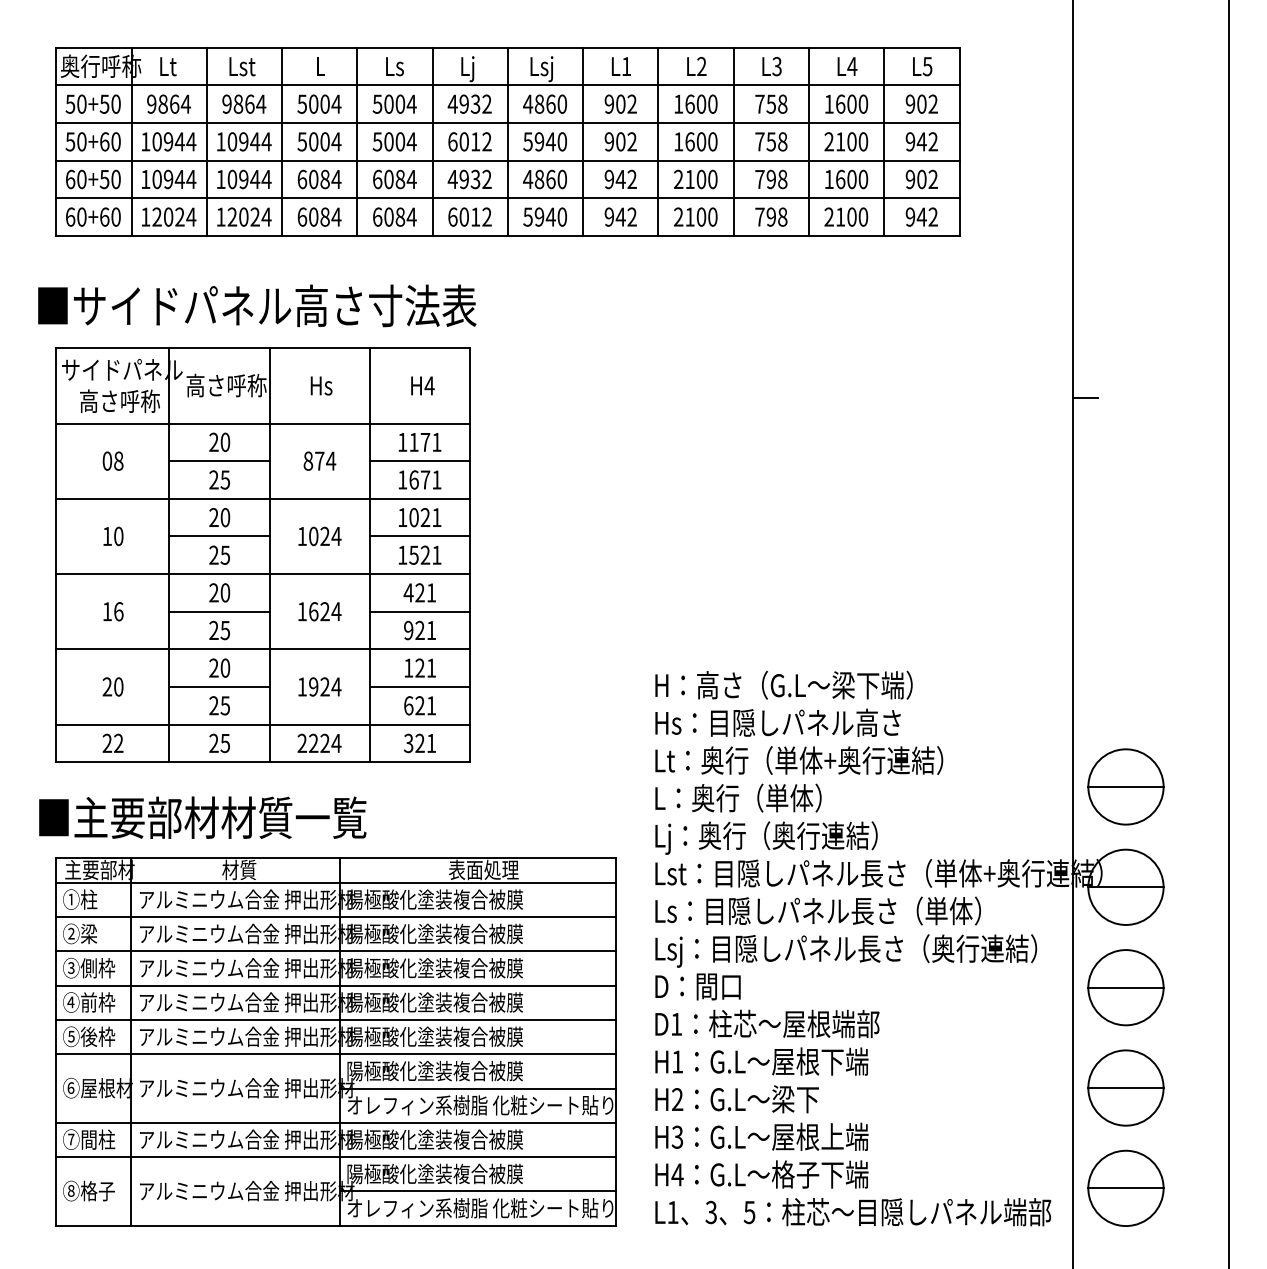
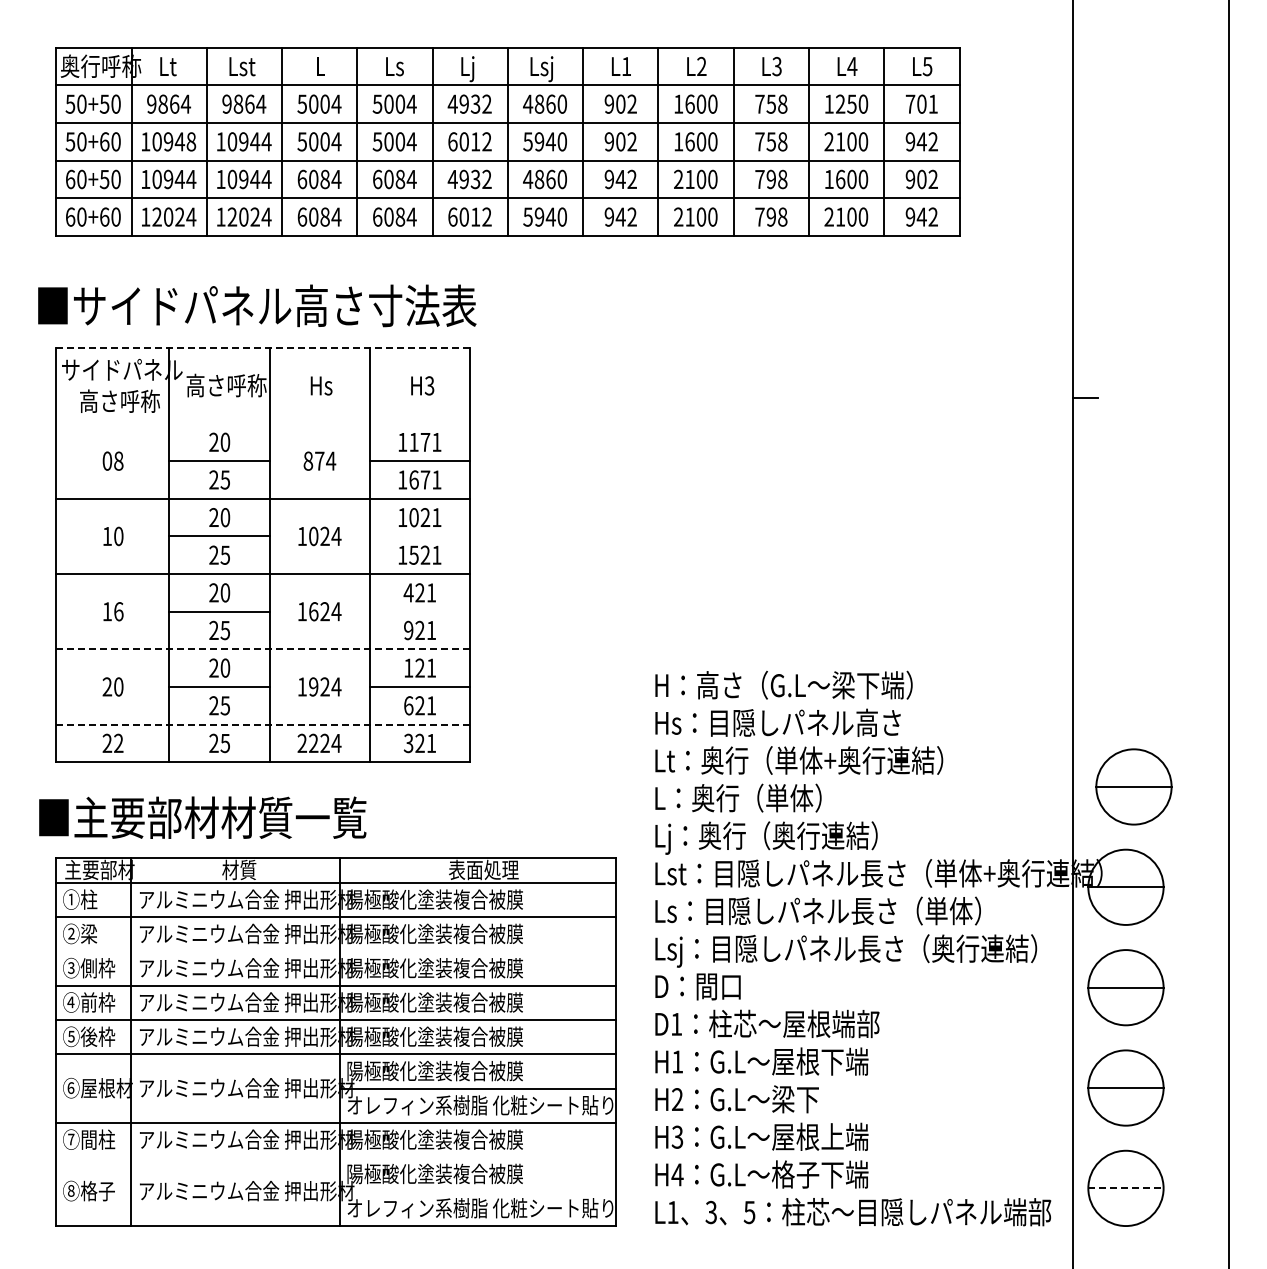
text at (846, 103): 1600 -> 1250
text at (921, 103): 902 -> 701
text at (191, 141): 10944 -> 10948
line at (263, 348): solid -> dashed
text at (429, 385): H4 -> H3
line at (263, 423): present -> none
line at (419, 536): present -> none
line at (419, 611): present -> none
line at (263, 649): solid -> dashed
line at (263, 724): solid -> dashed
part at (1125, 786) position: (1125, 786) -> (1133, 786)
line at (335, 951): present -> none
line at (335, 1157): present -> none
line at (1125, 1188): solid -> dashed
line at (477, 1191): present -> none
